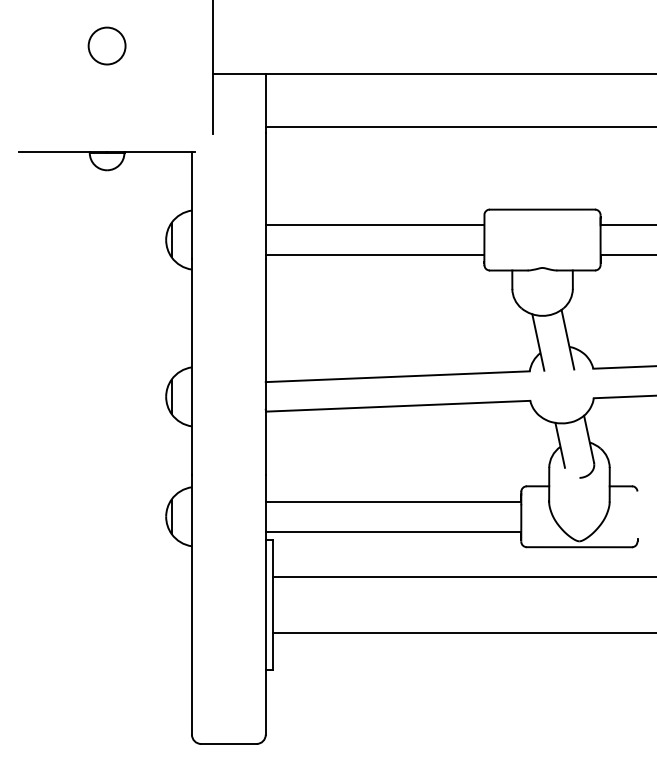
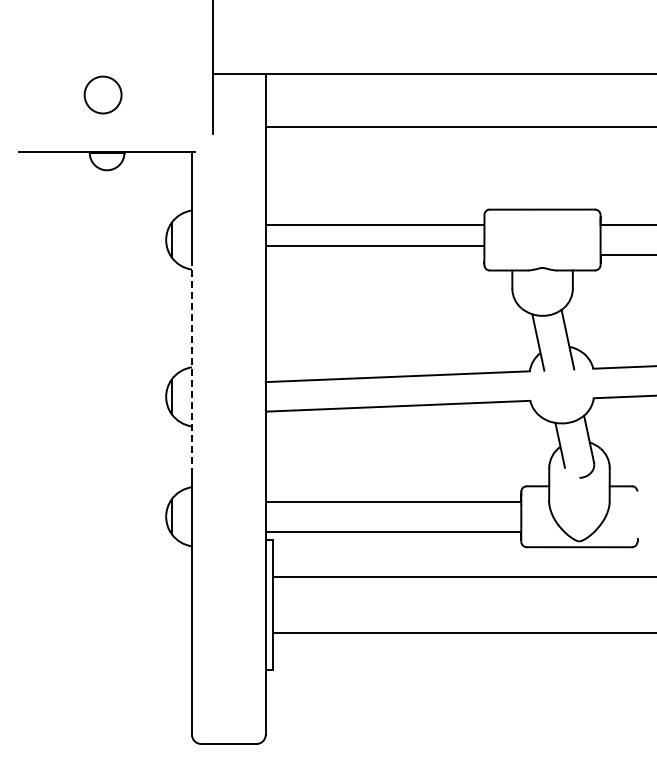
circle at (106, 45) position: (106, 45) -> (102, 94)
line at (374, 254) position: (374, 254) -> (374, 245)
line at (191, 367): solid -> dashed
